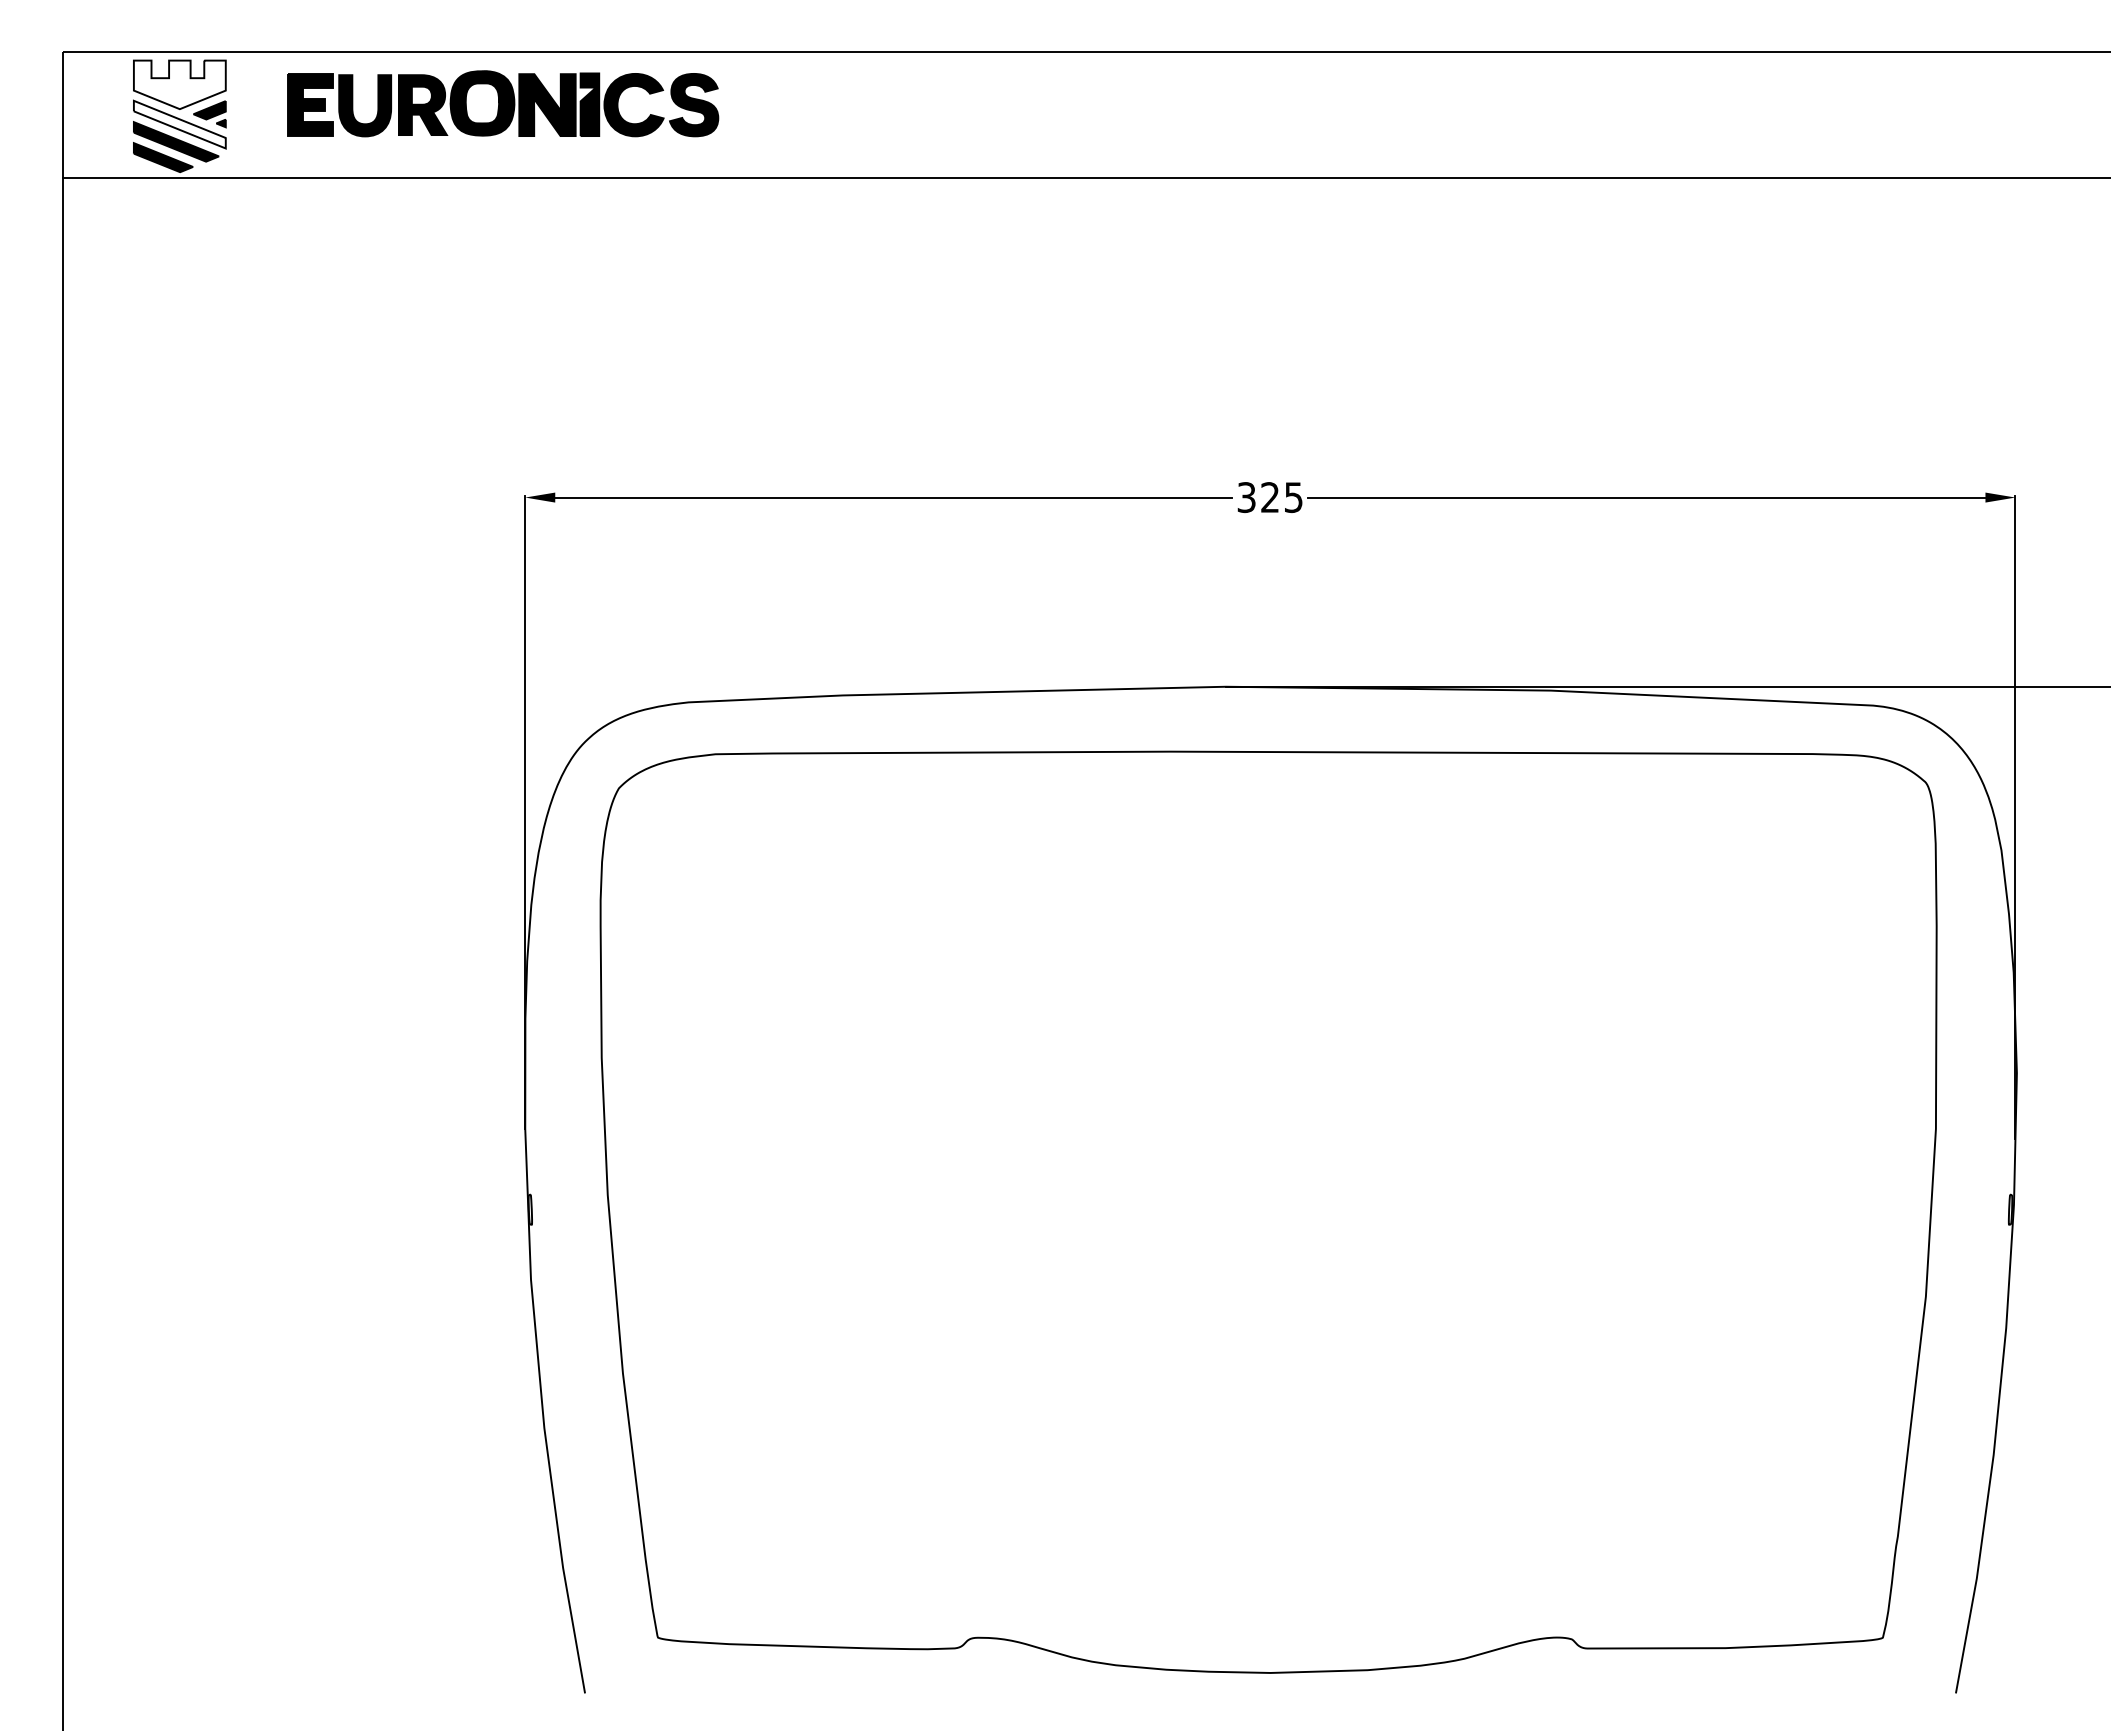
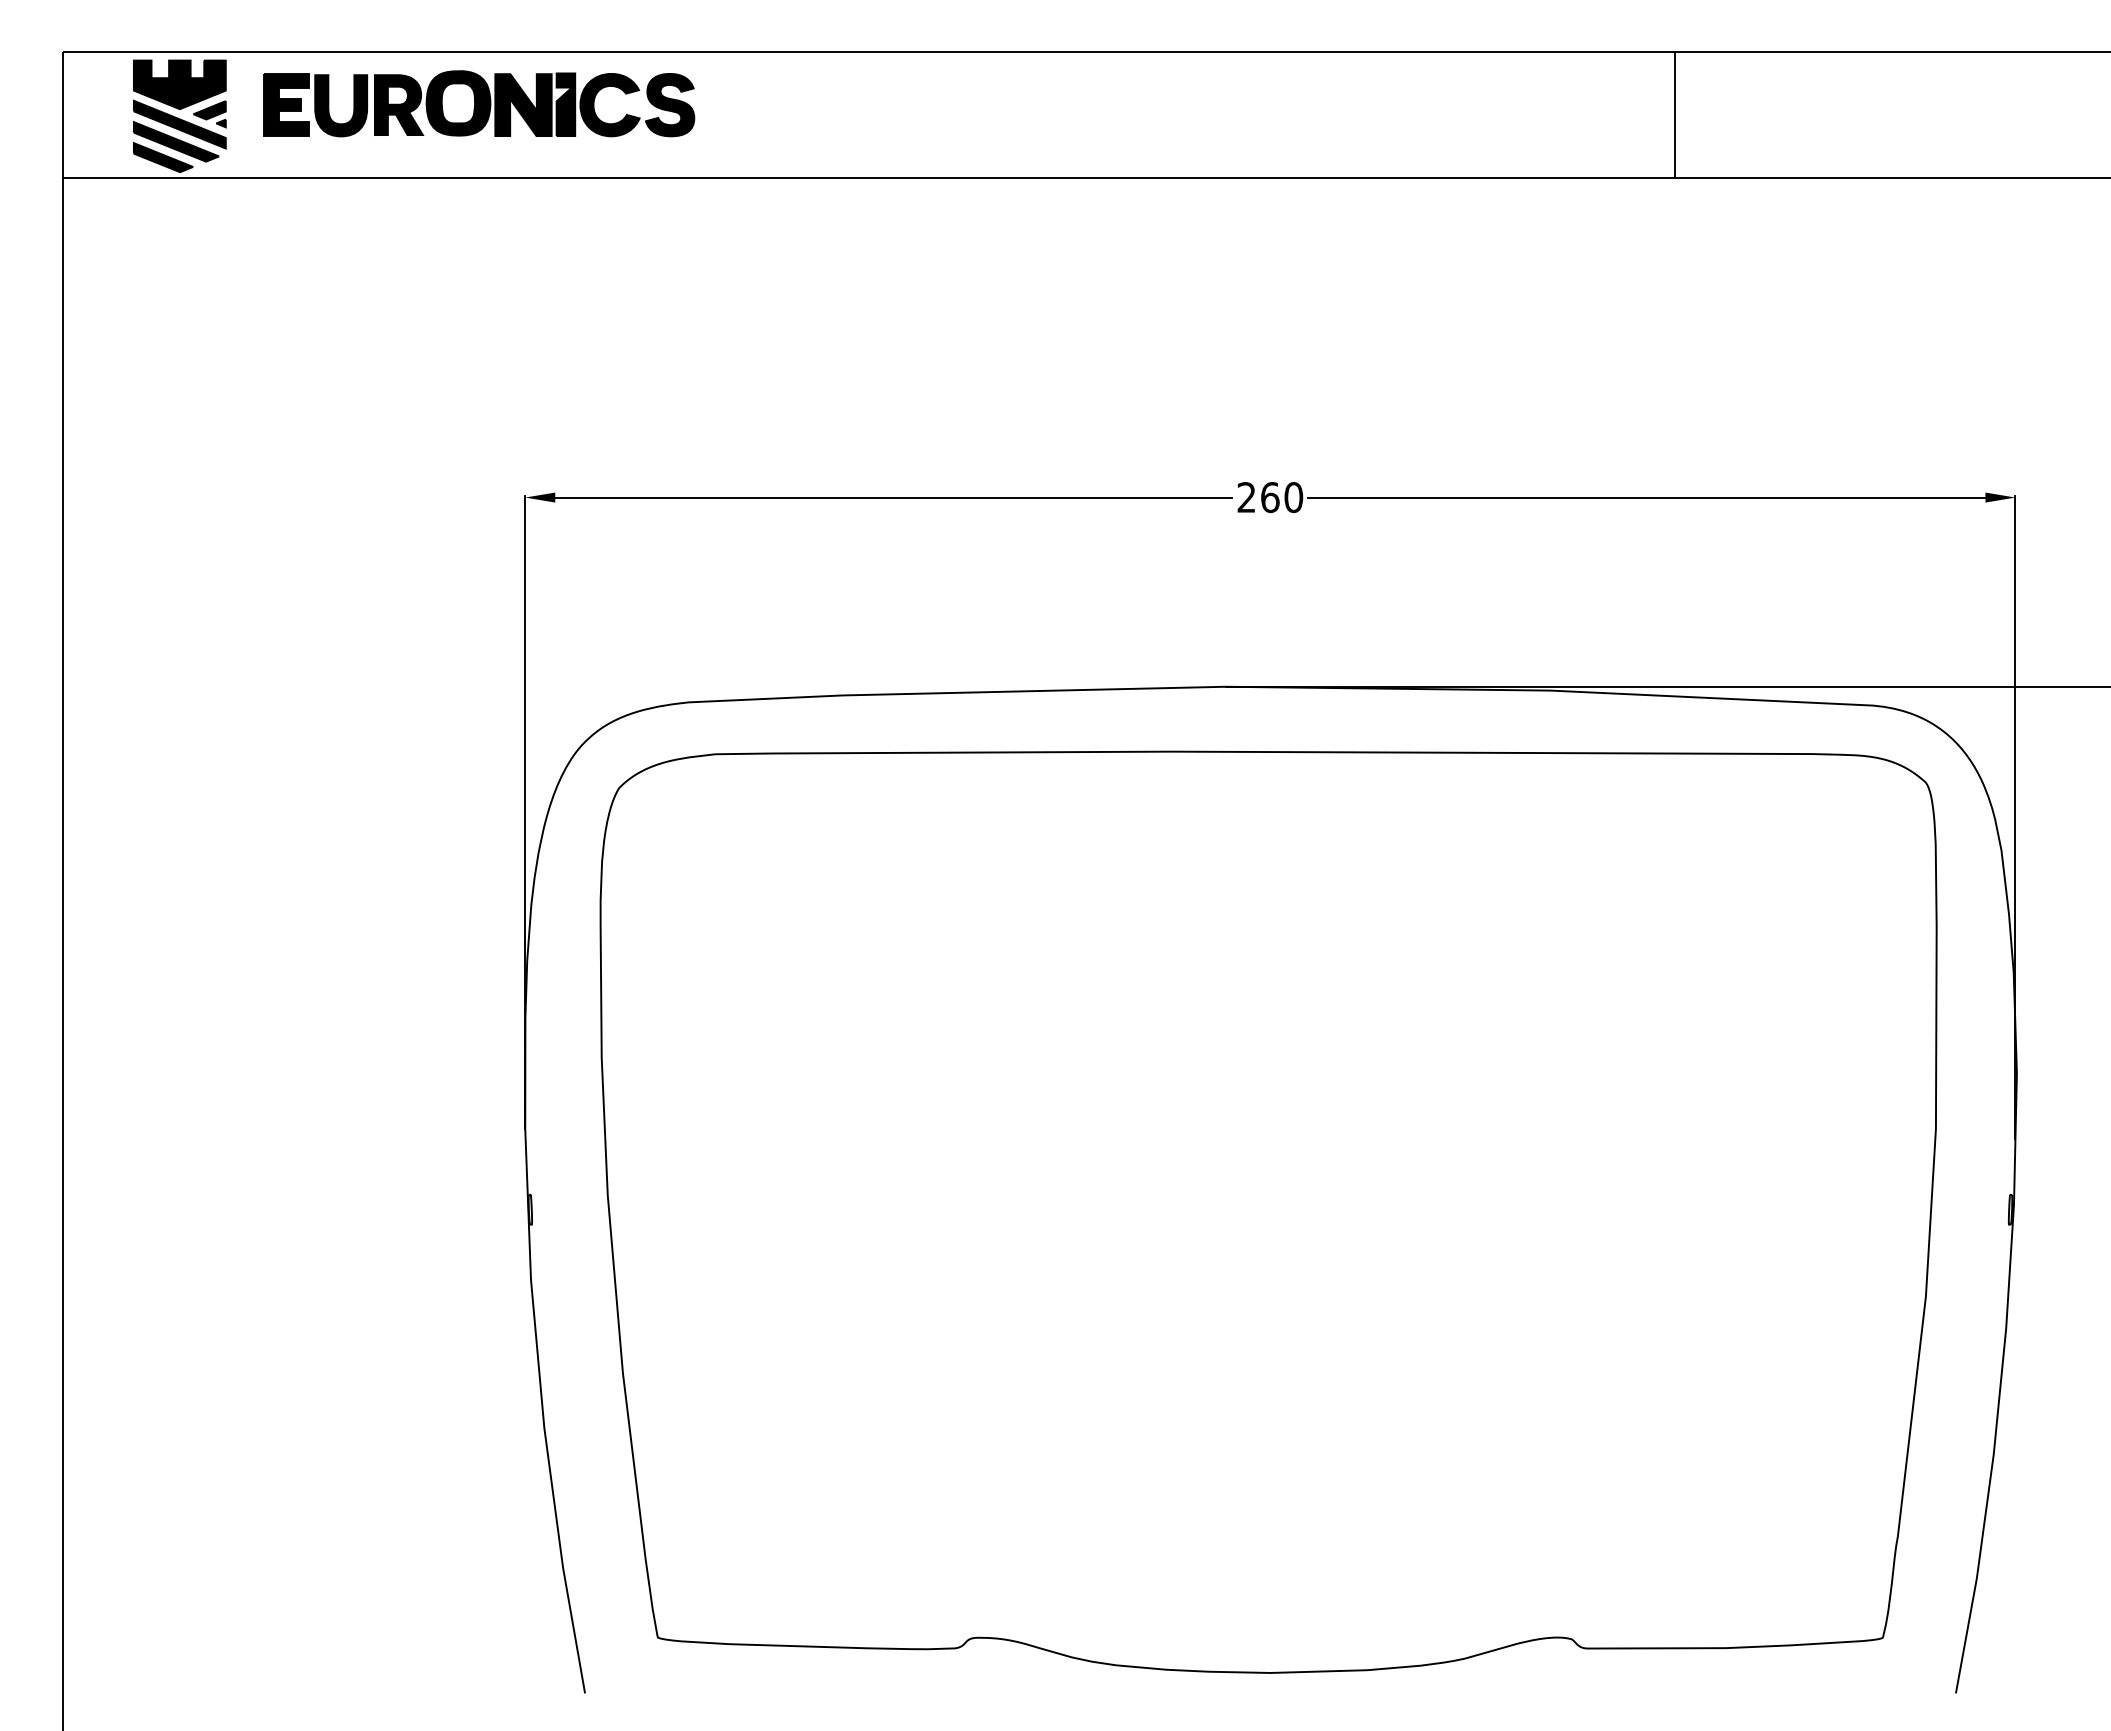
fill at (179, 84): none -> present
part at (503, 103) position: (503, 103) -> (479, 103)
line at (1674, 115): none -> present
fill at (179, 124): none -> present
text at (1270, 497): 325 -> 260
